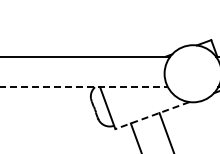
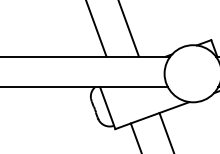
line at (96, 29): none -> present
line at (129, 29): none -> present
line at (84, 87): dashed -> solid
line at (151, 115): dashed -> solid
